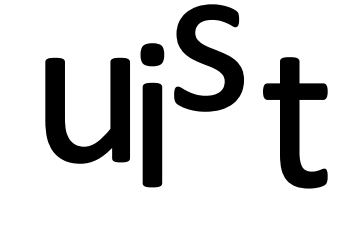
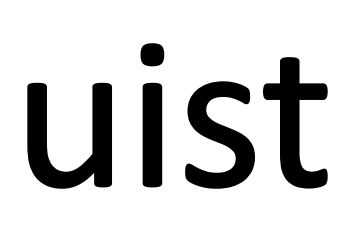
part at (208, 57) position: (208, 57) -> (219, 134)
part at (64, 110) position: (64, 110) -> (46, 135)
